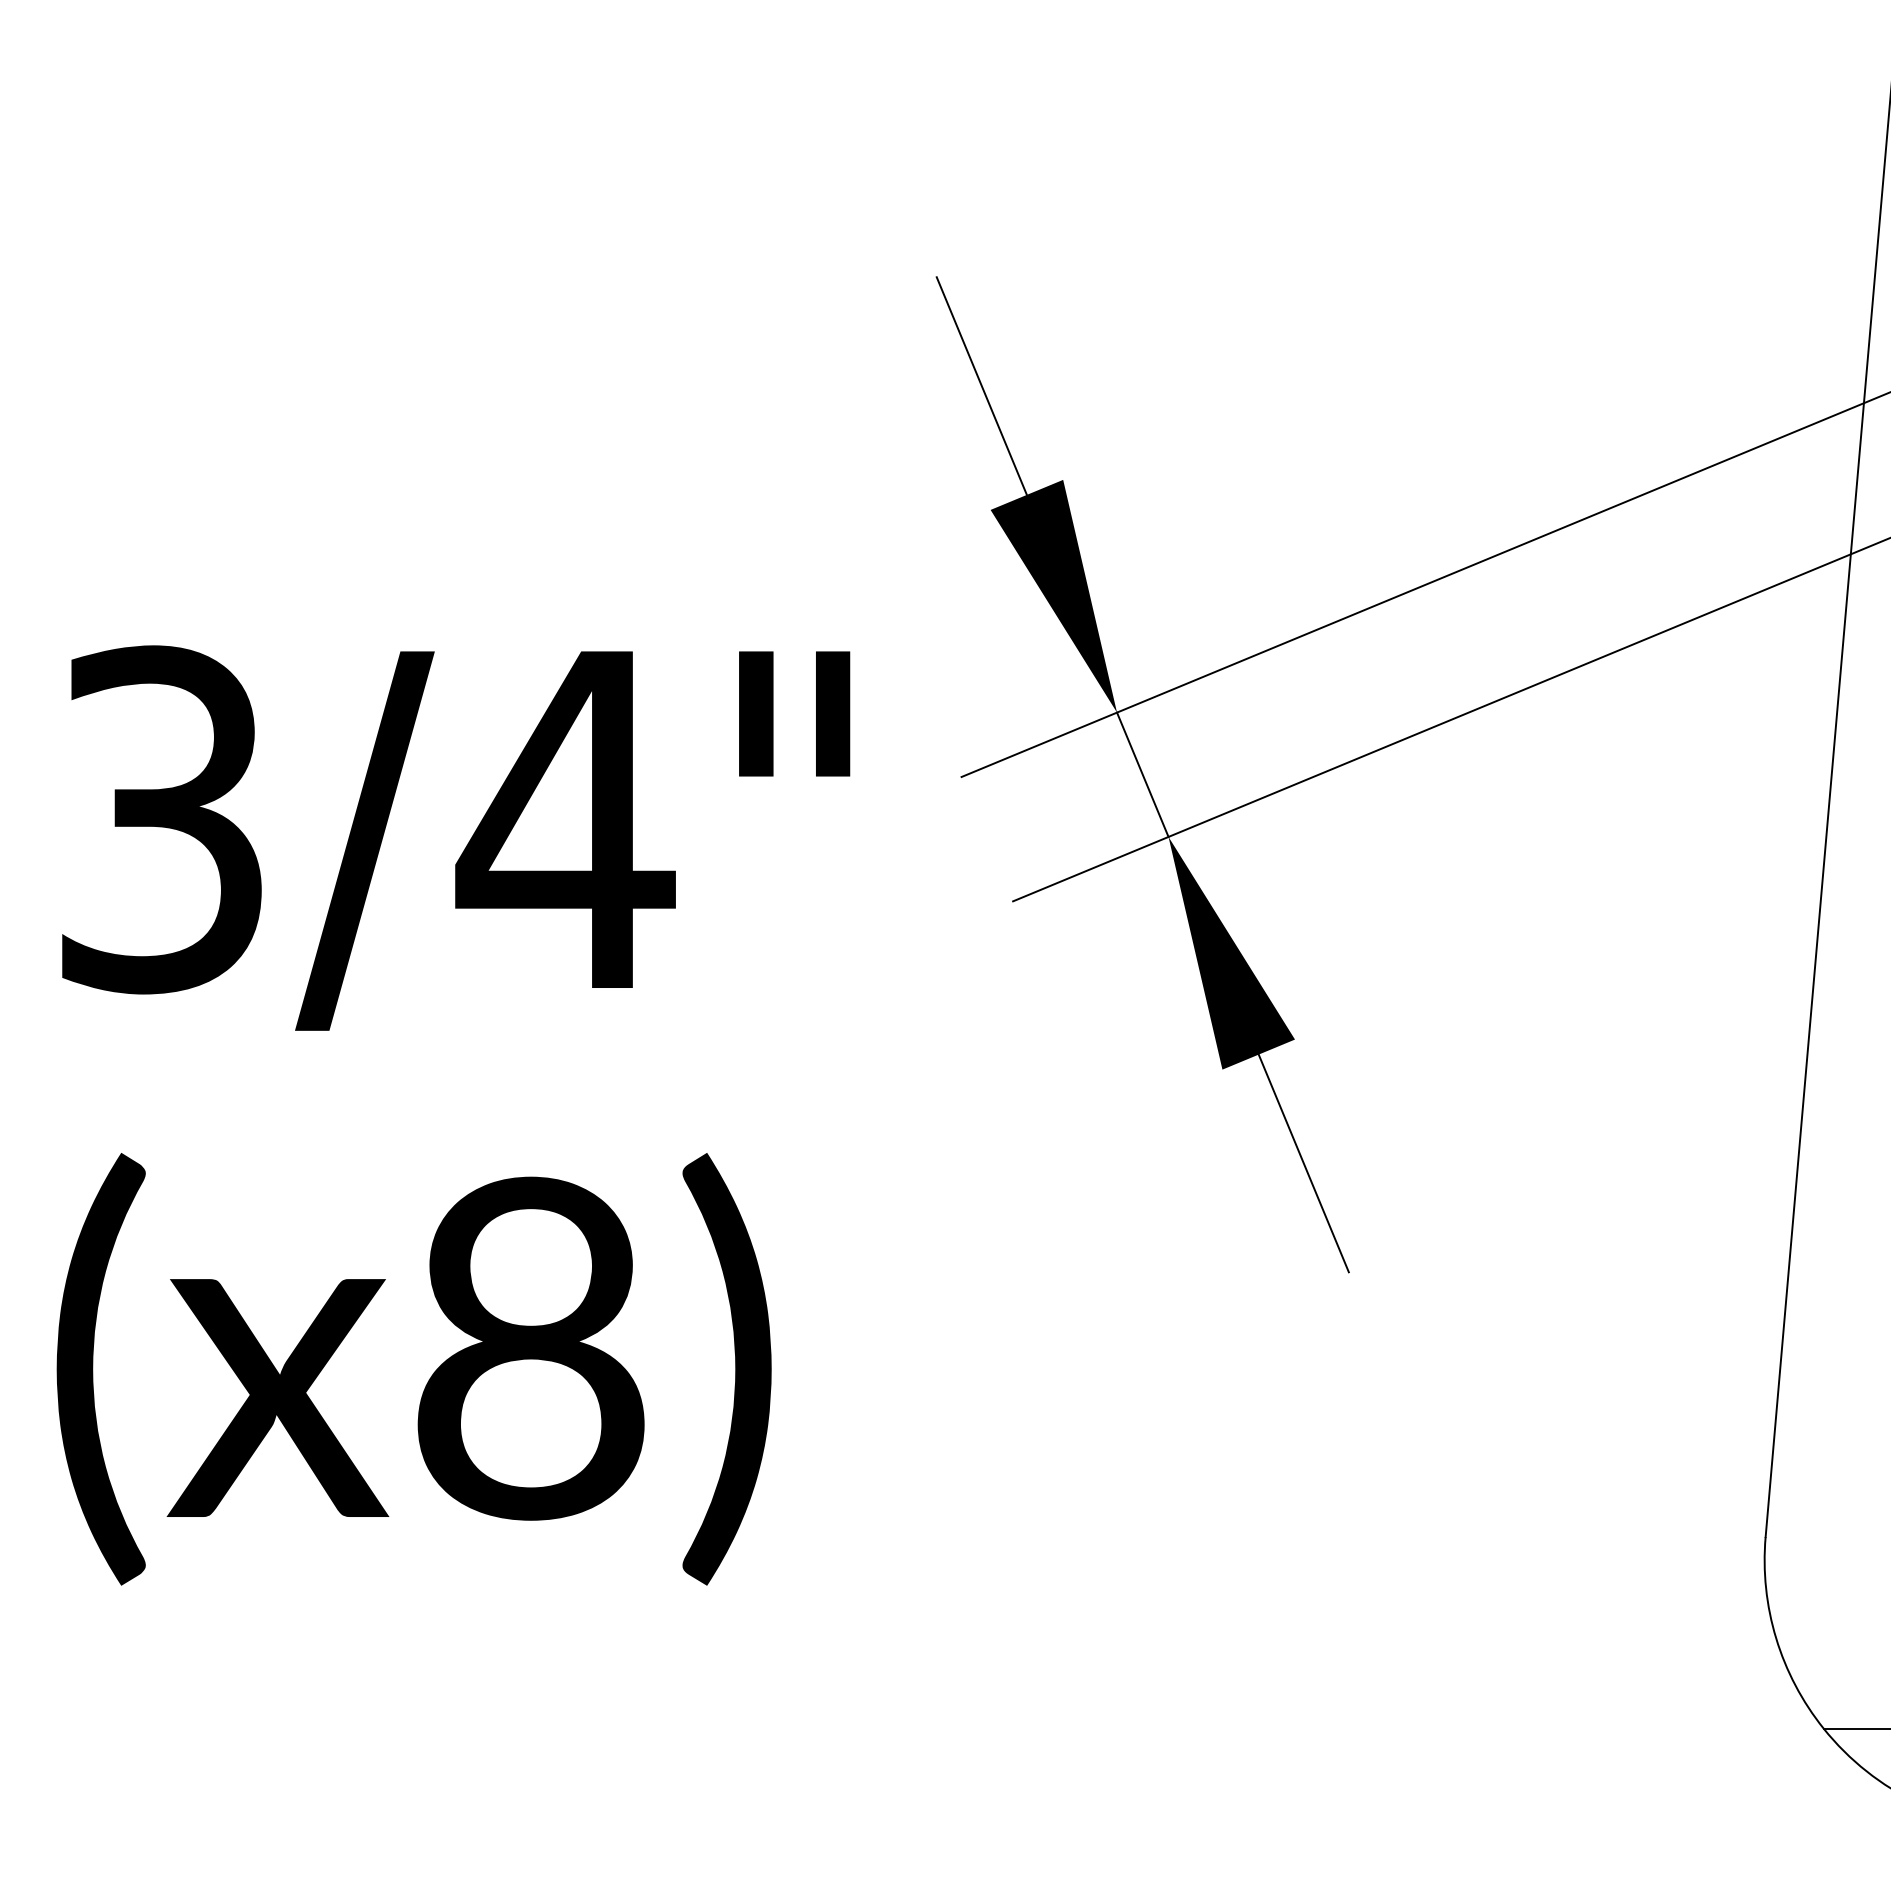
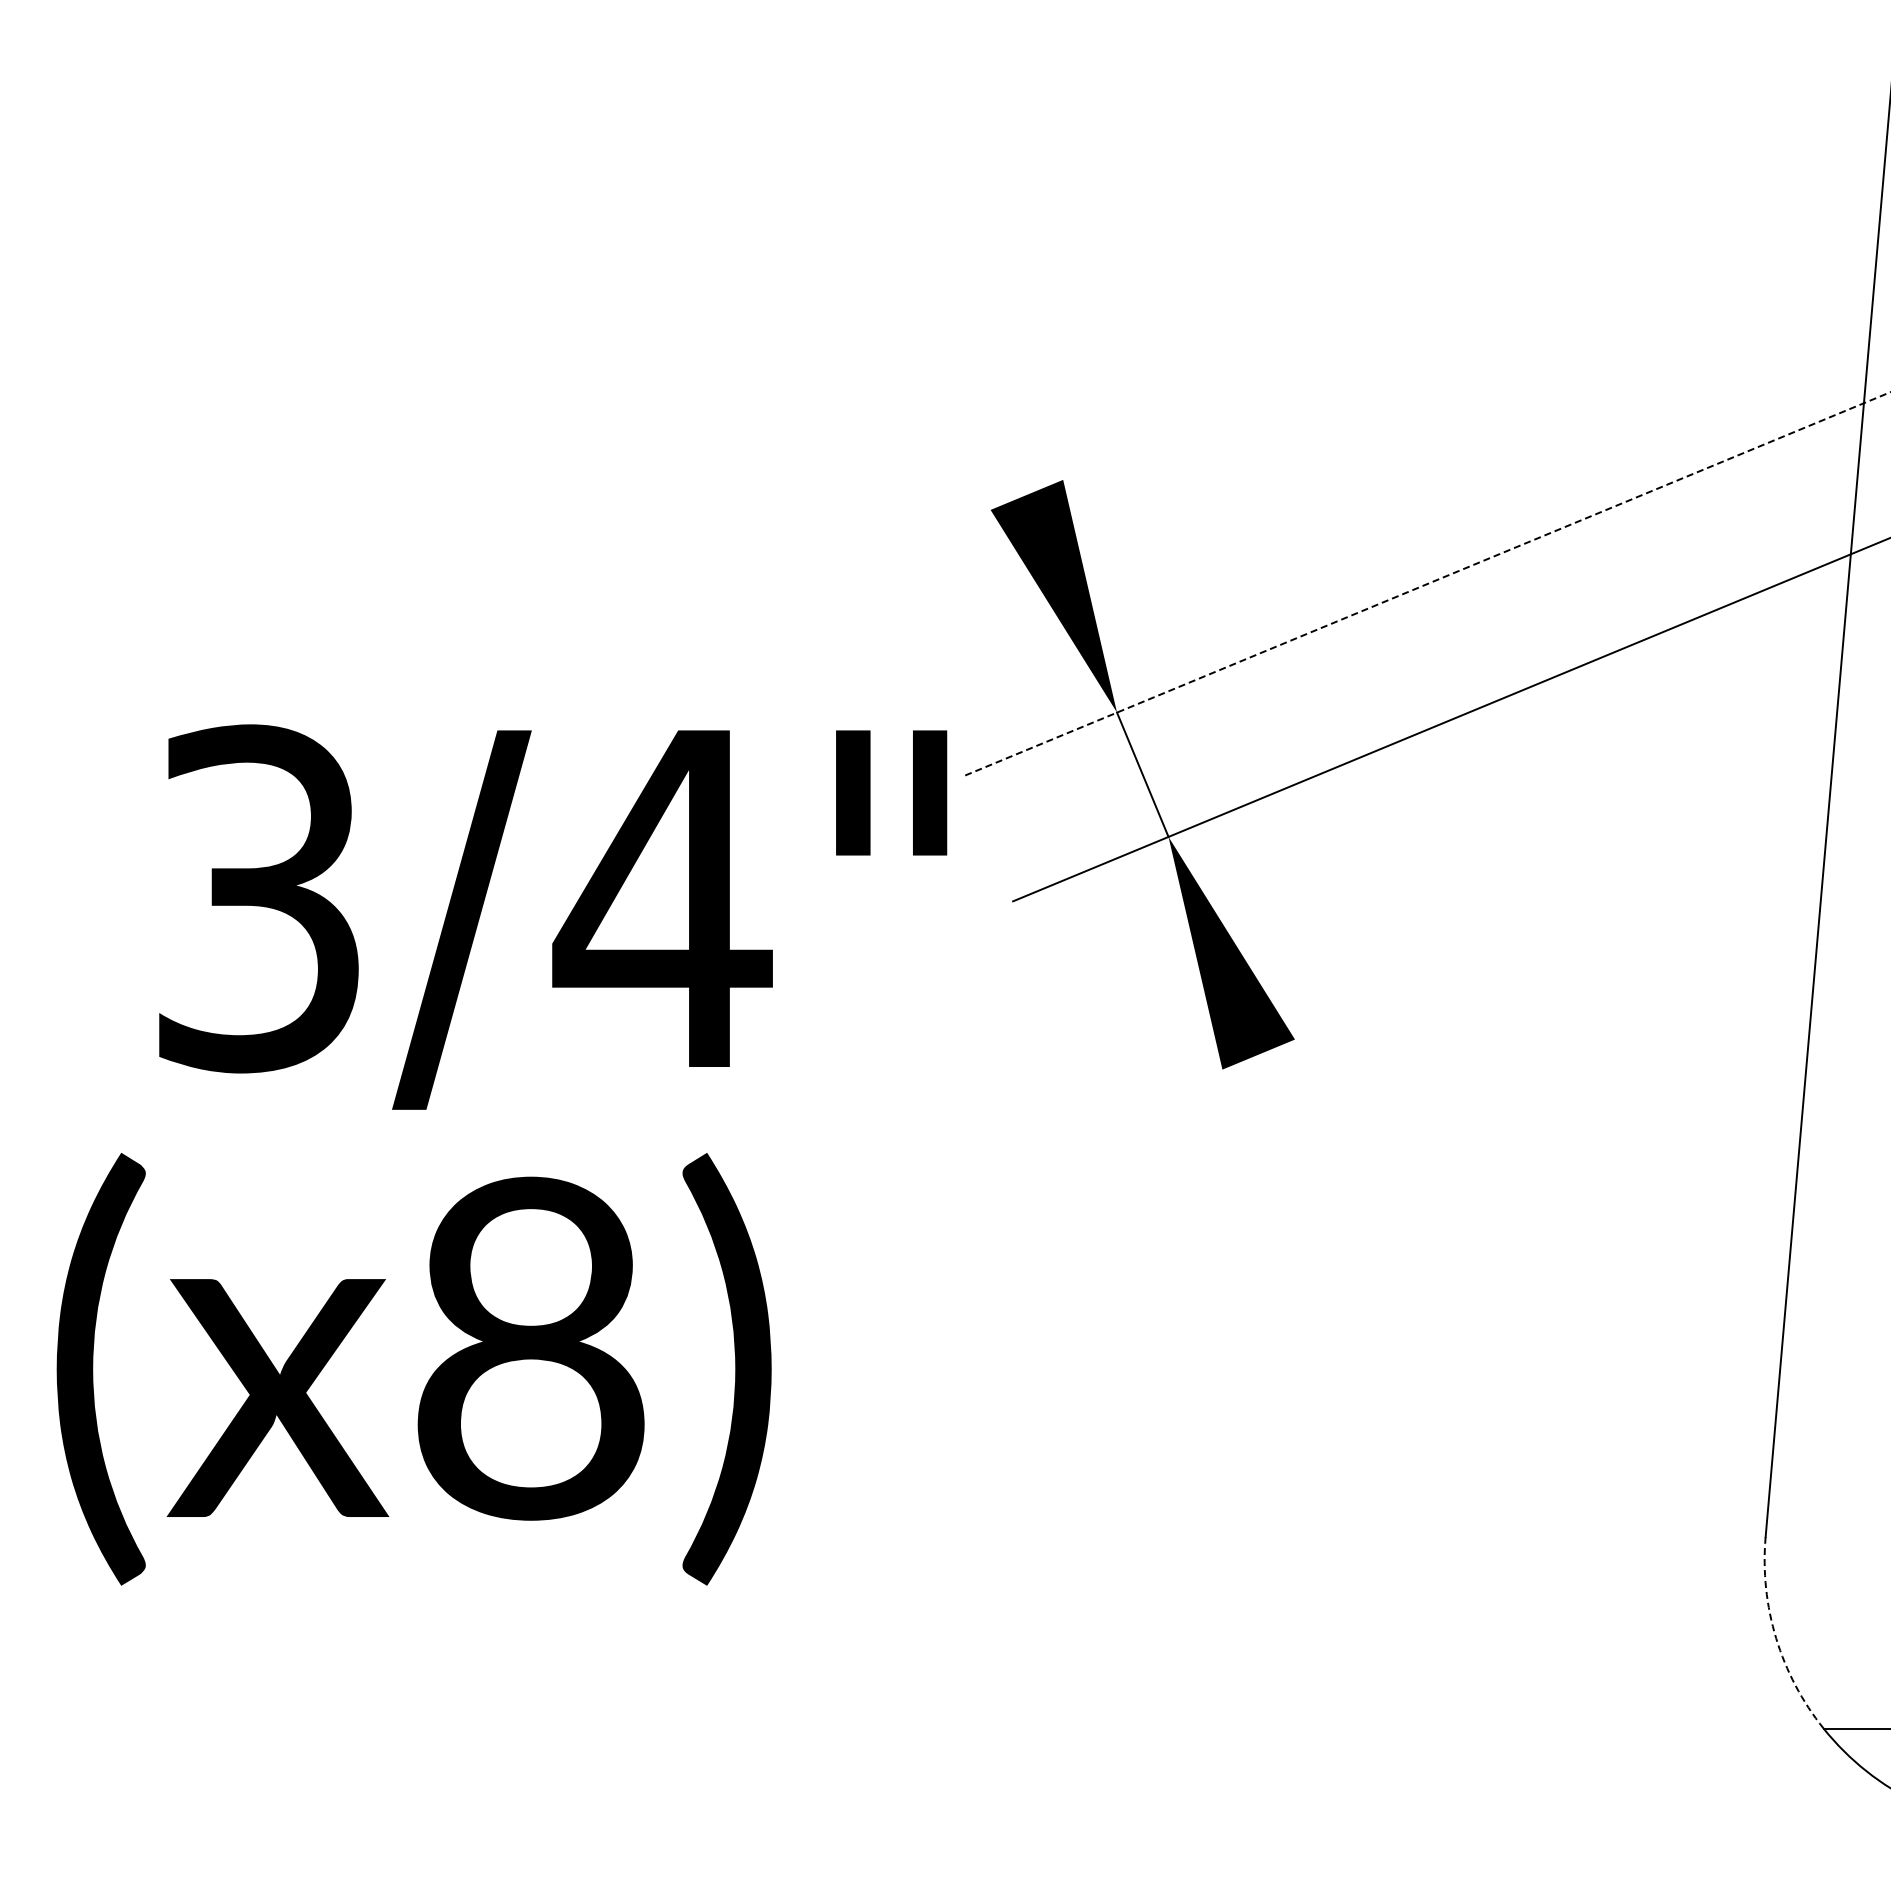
line at (981, 385): present -> none
line at (1426, 584): solid -> dashed
text at (456, 837) position: (456, 837) -> (553, 916)
line at (1303, 1163): present -> none
arc at (1776, 1638): solid -> dashed
